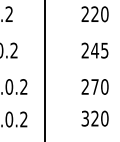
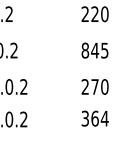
text at (85, 50): 245 -> 845
line at (45, 70): present -> none
text at (99, 118): 320 -> 364
